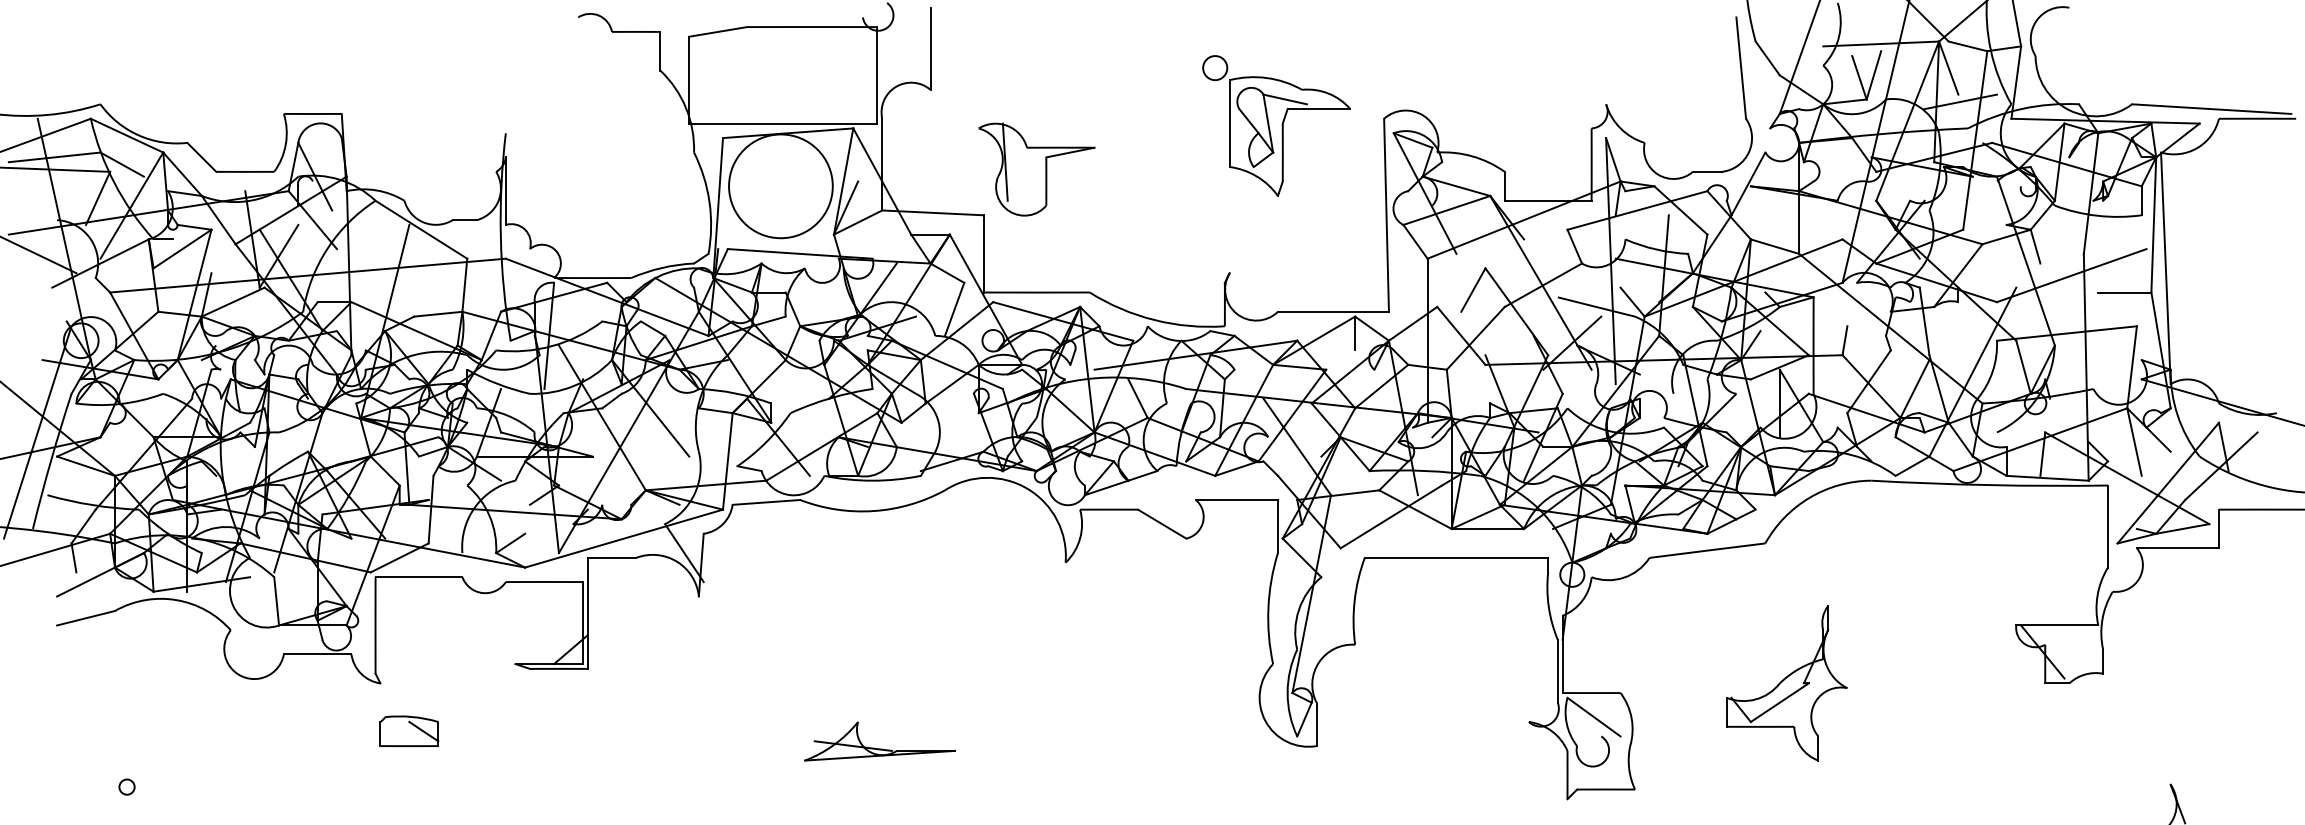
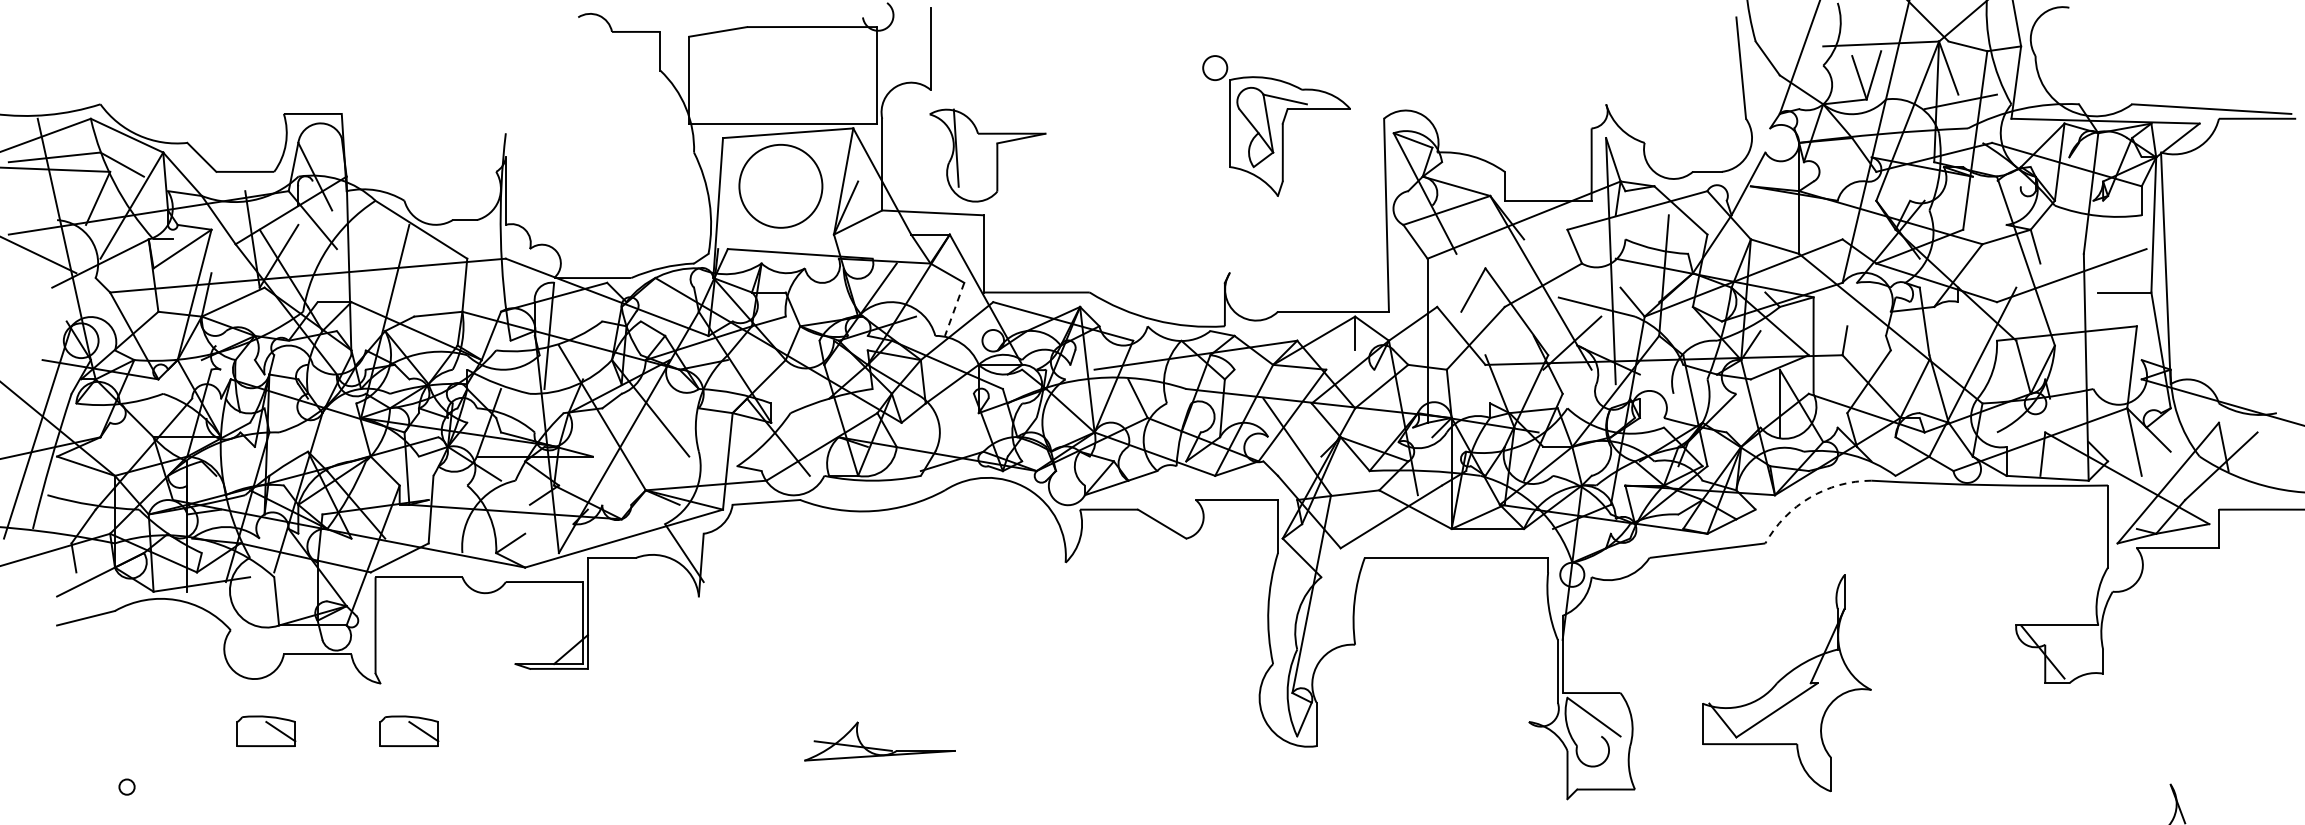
part at (1036, 169) position: (1036, 169) -> (987, 155)
circle at (780, 186) diameter: 104 px -> 83 px
line at (954, 309): solid -> dashed
arc at (1809, 497): solid -> dashed
part at (1786, 683) size: 122x157 px -> 170x219 px
part at (266, 730): none -> present
